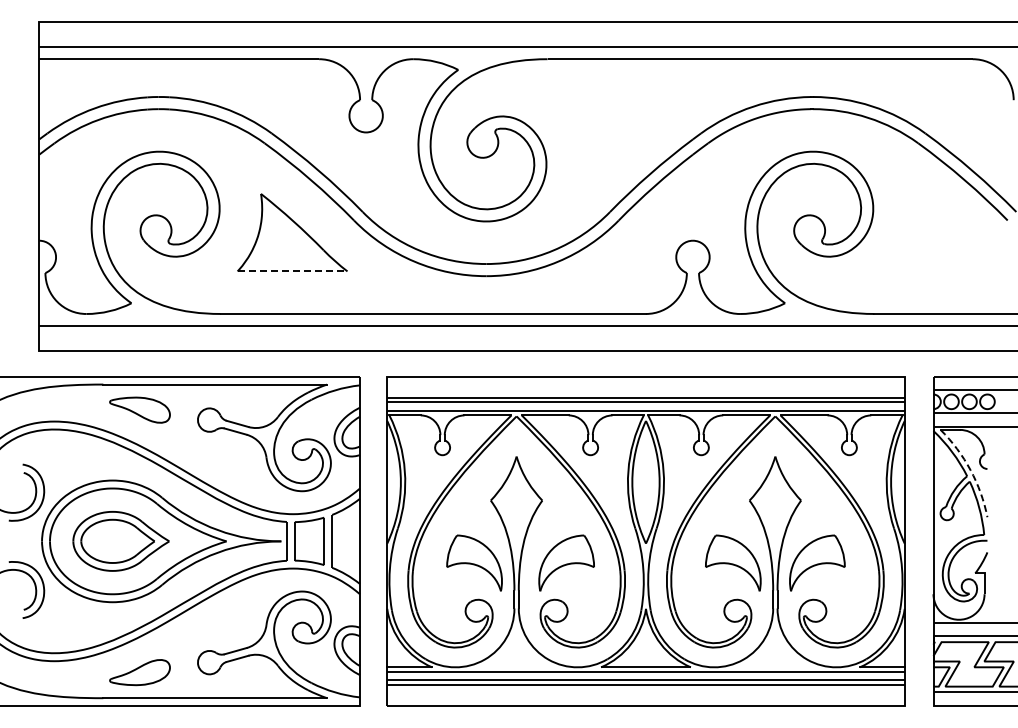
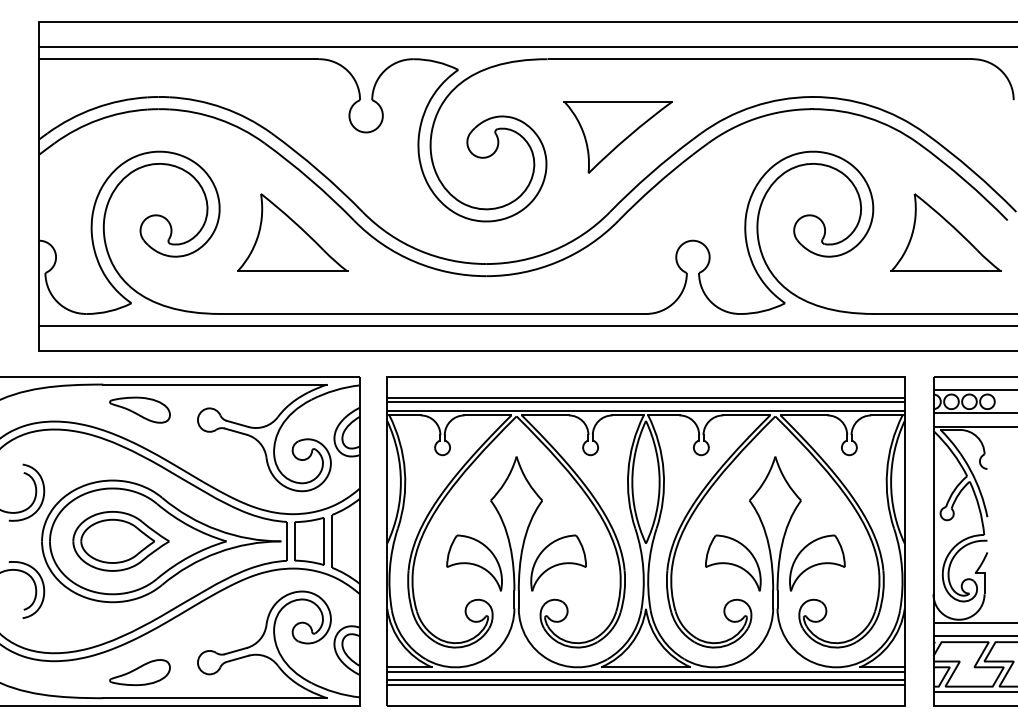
part at (617, 137): none -> present
part at (945, 232): none -> present
line at (292, 271): dashed -> solid
arc at (970, 470): dashed -> solid
part at (566, 562) position: (566, 562) -> (558, 562)
